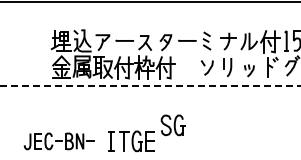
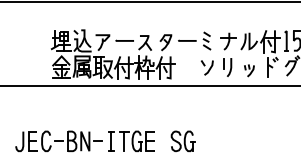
line at (151, 85): dashed -> solid
part at (172, 125) position: (172, 125) -> (182, 141)
part at (58, 141) size: 72x19 px -> 88x23 px
